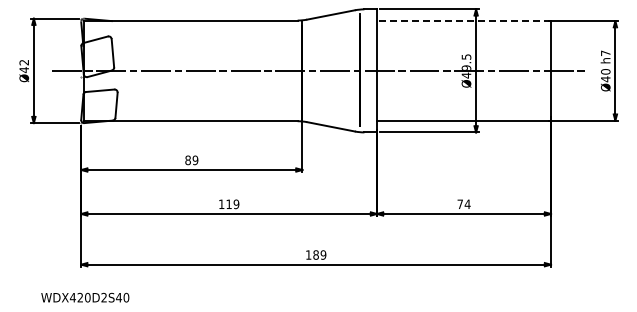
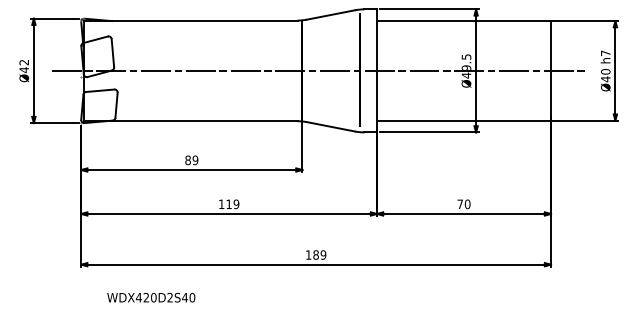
line at (464, 21): dashed -> solid
text at (467, 204): 74 -> 70
text at (85, 297) position: (85, 297) -> (151, 297)
